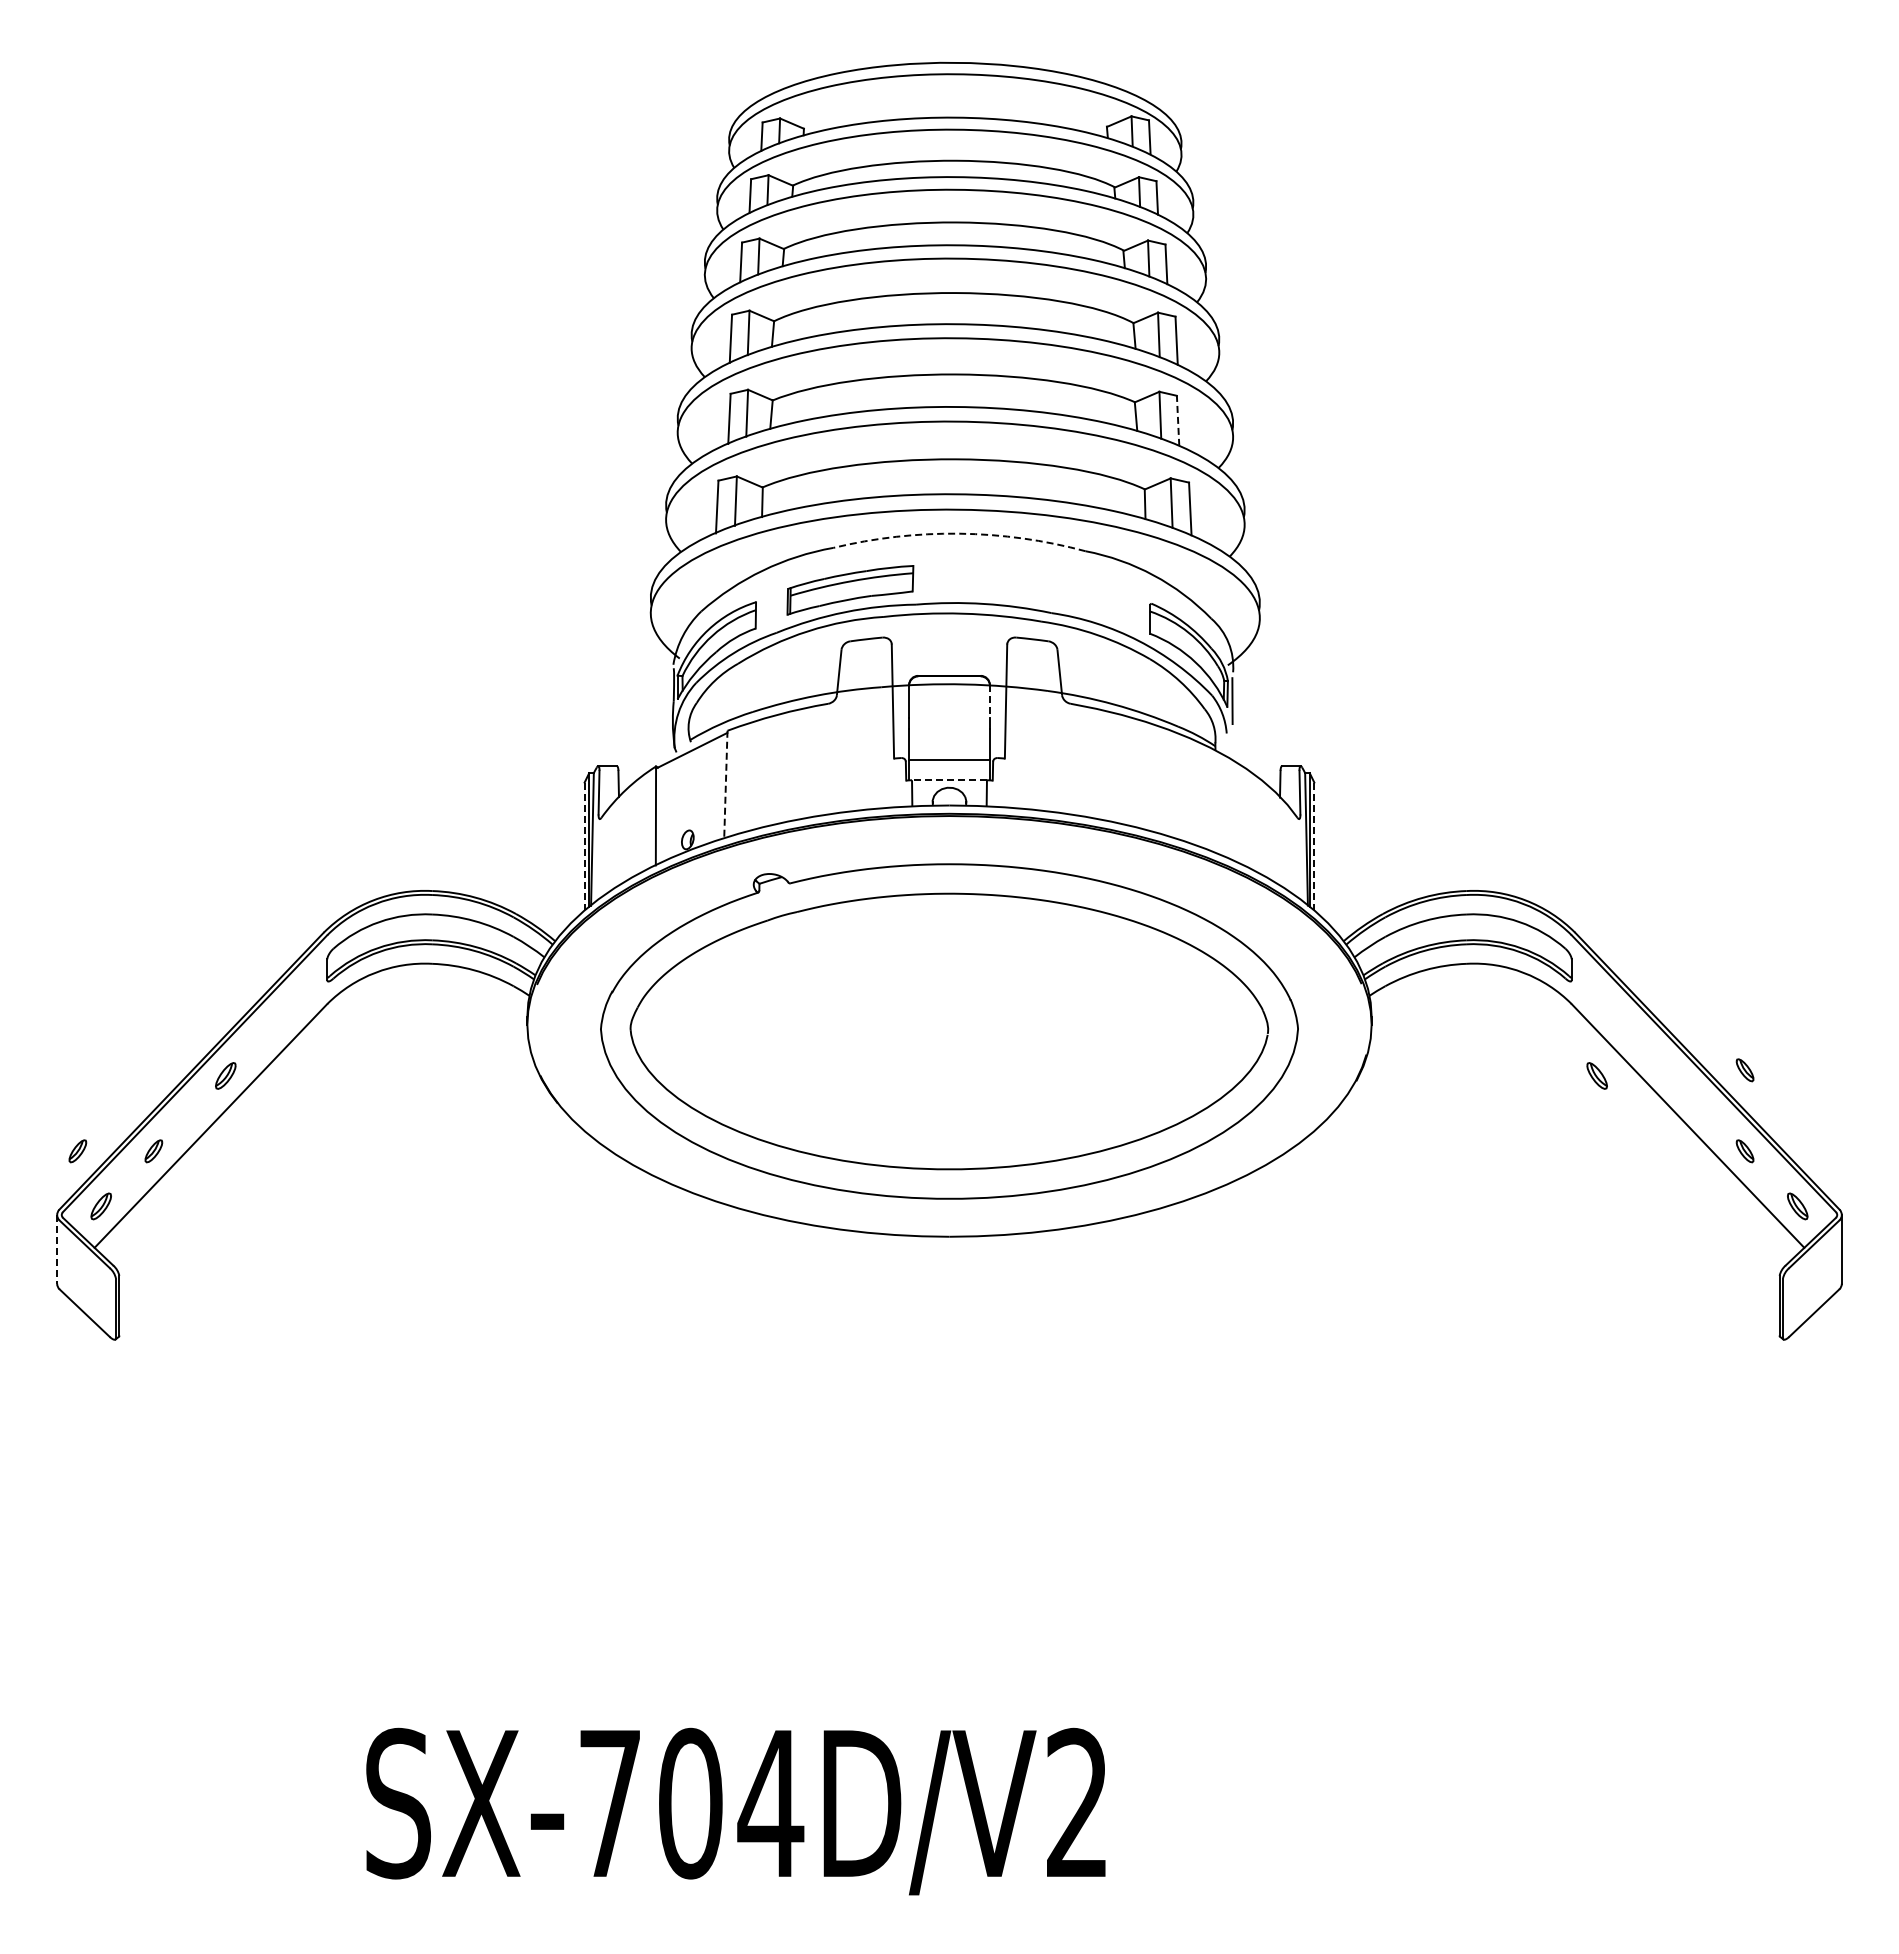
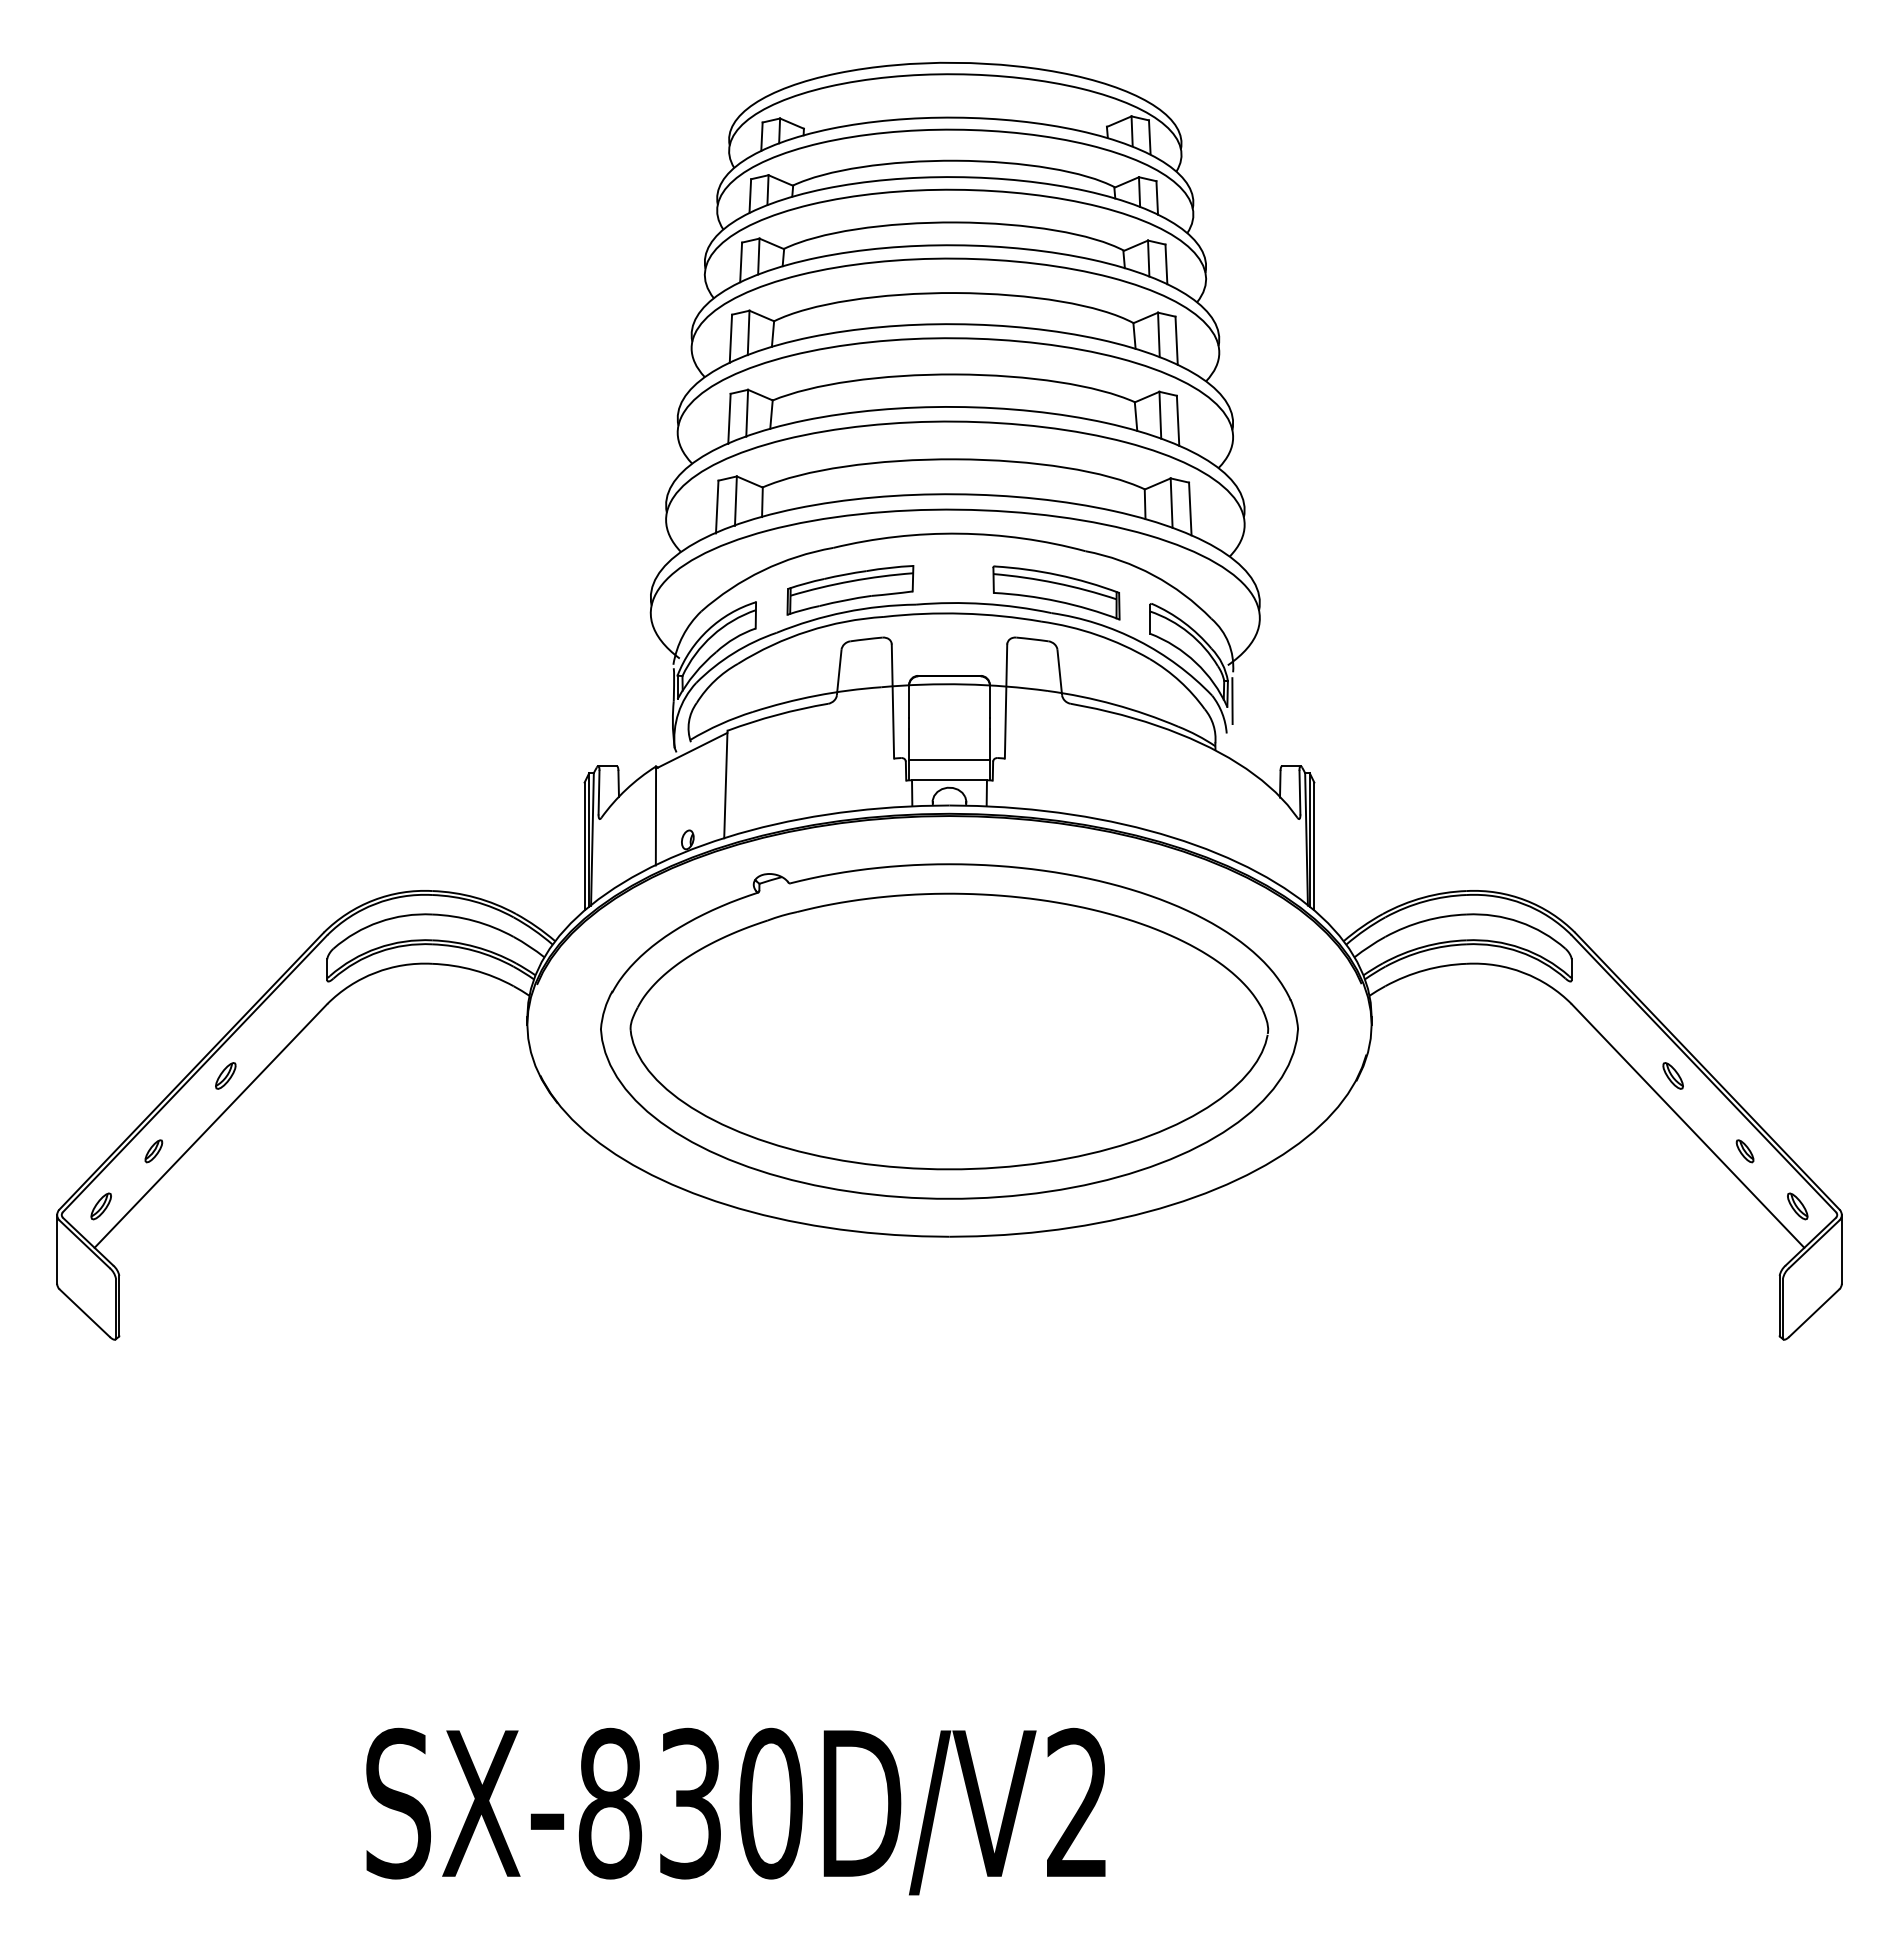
line at (1178, 420): dashed -> solid
arc at (959, 533): dashed -> solid
part at (1056, 592): none -> present
line at (989, 702): dashed -> solid
line at (949, 780): dashed -> solid
line at (725, 784): dashed -> solid
line at (584, 846): dashed -> solid
line at (1314, 846): dashed -> solid
part at (1744, 1070): present -> none
part at (1596, 1075) position: (1596, 1075) -> (1672, 1075)
part at (77, 1151): present -> none
line at (57, 1249): dashed -> solid
text at (691, 1803): SX-704D/V2 -> SX-830D/V2
